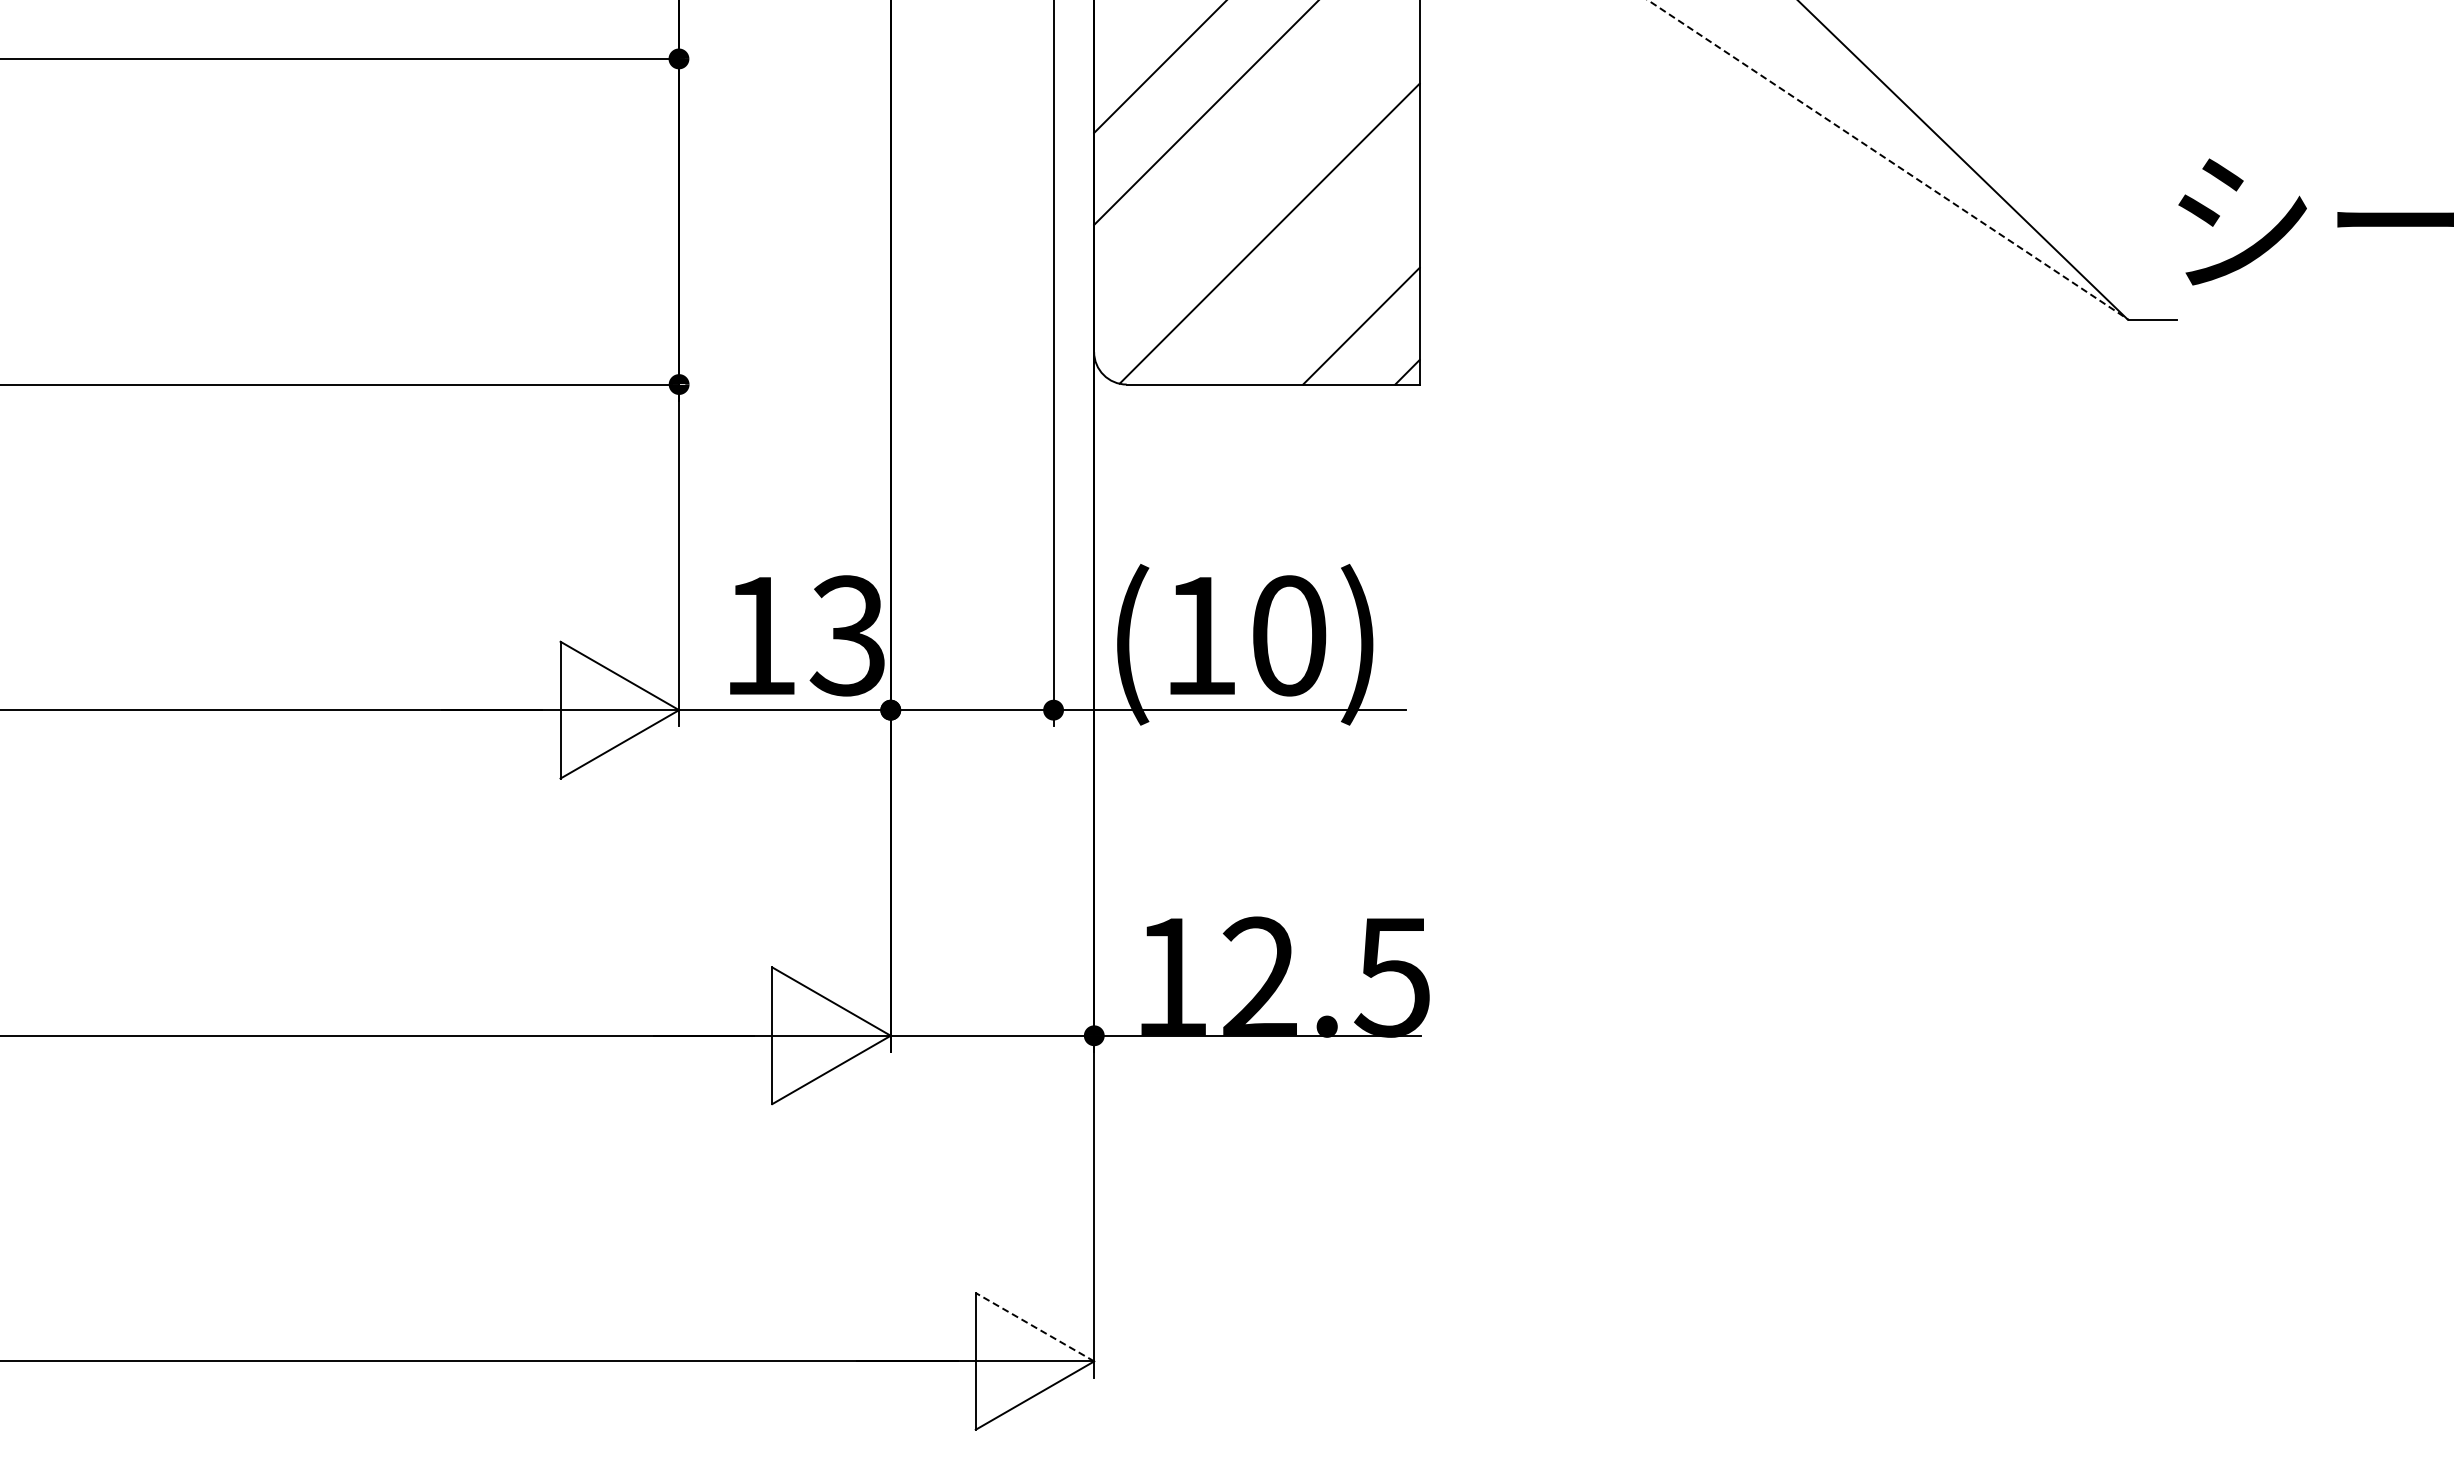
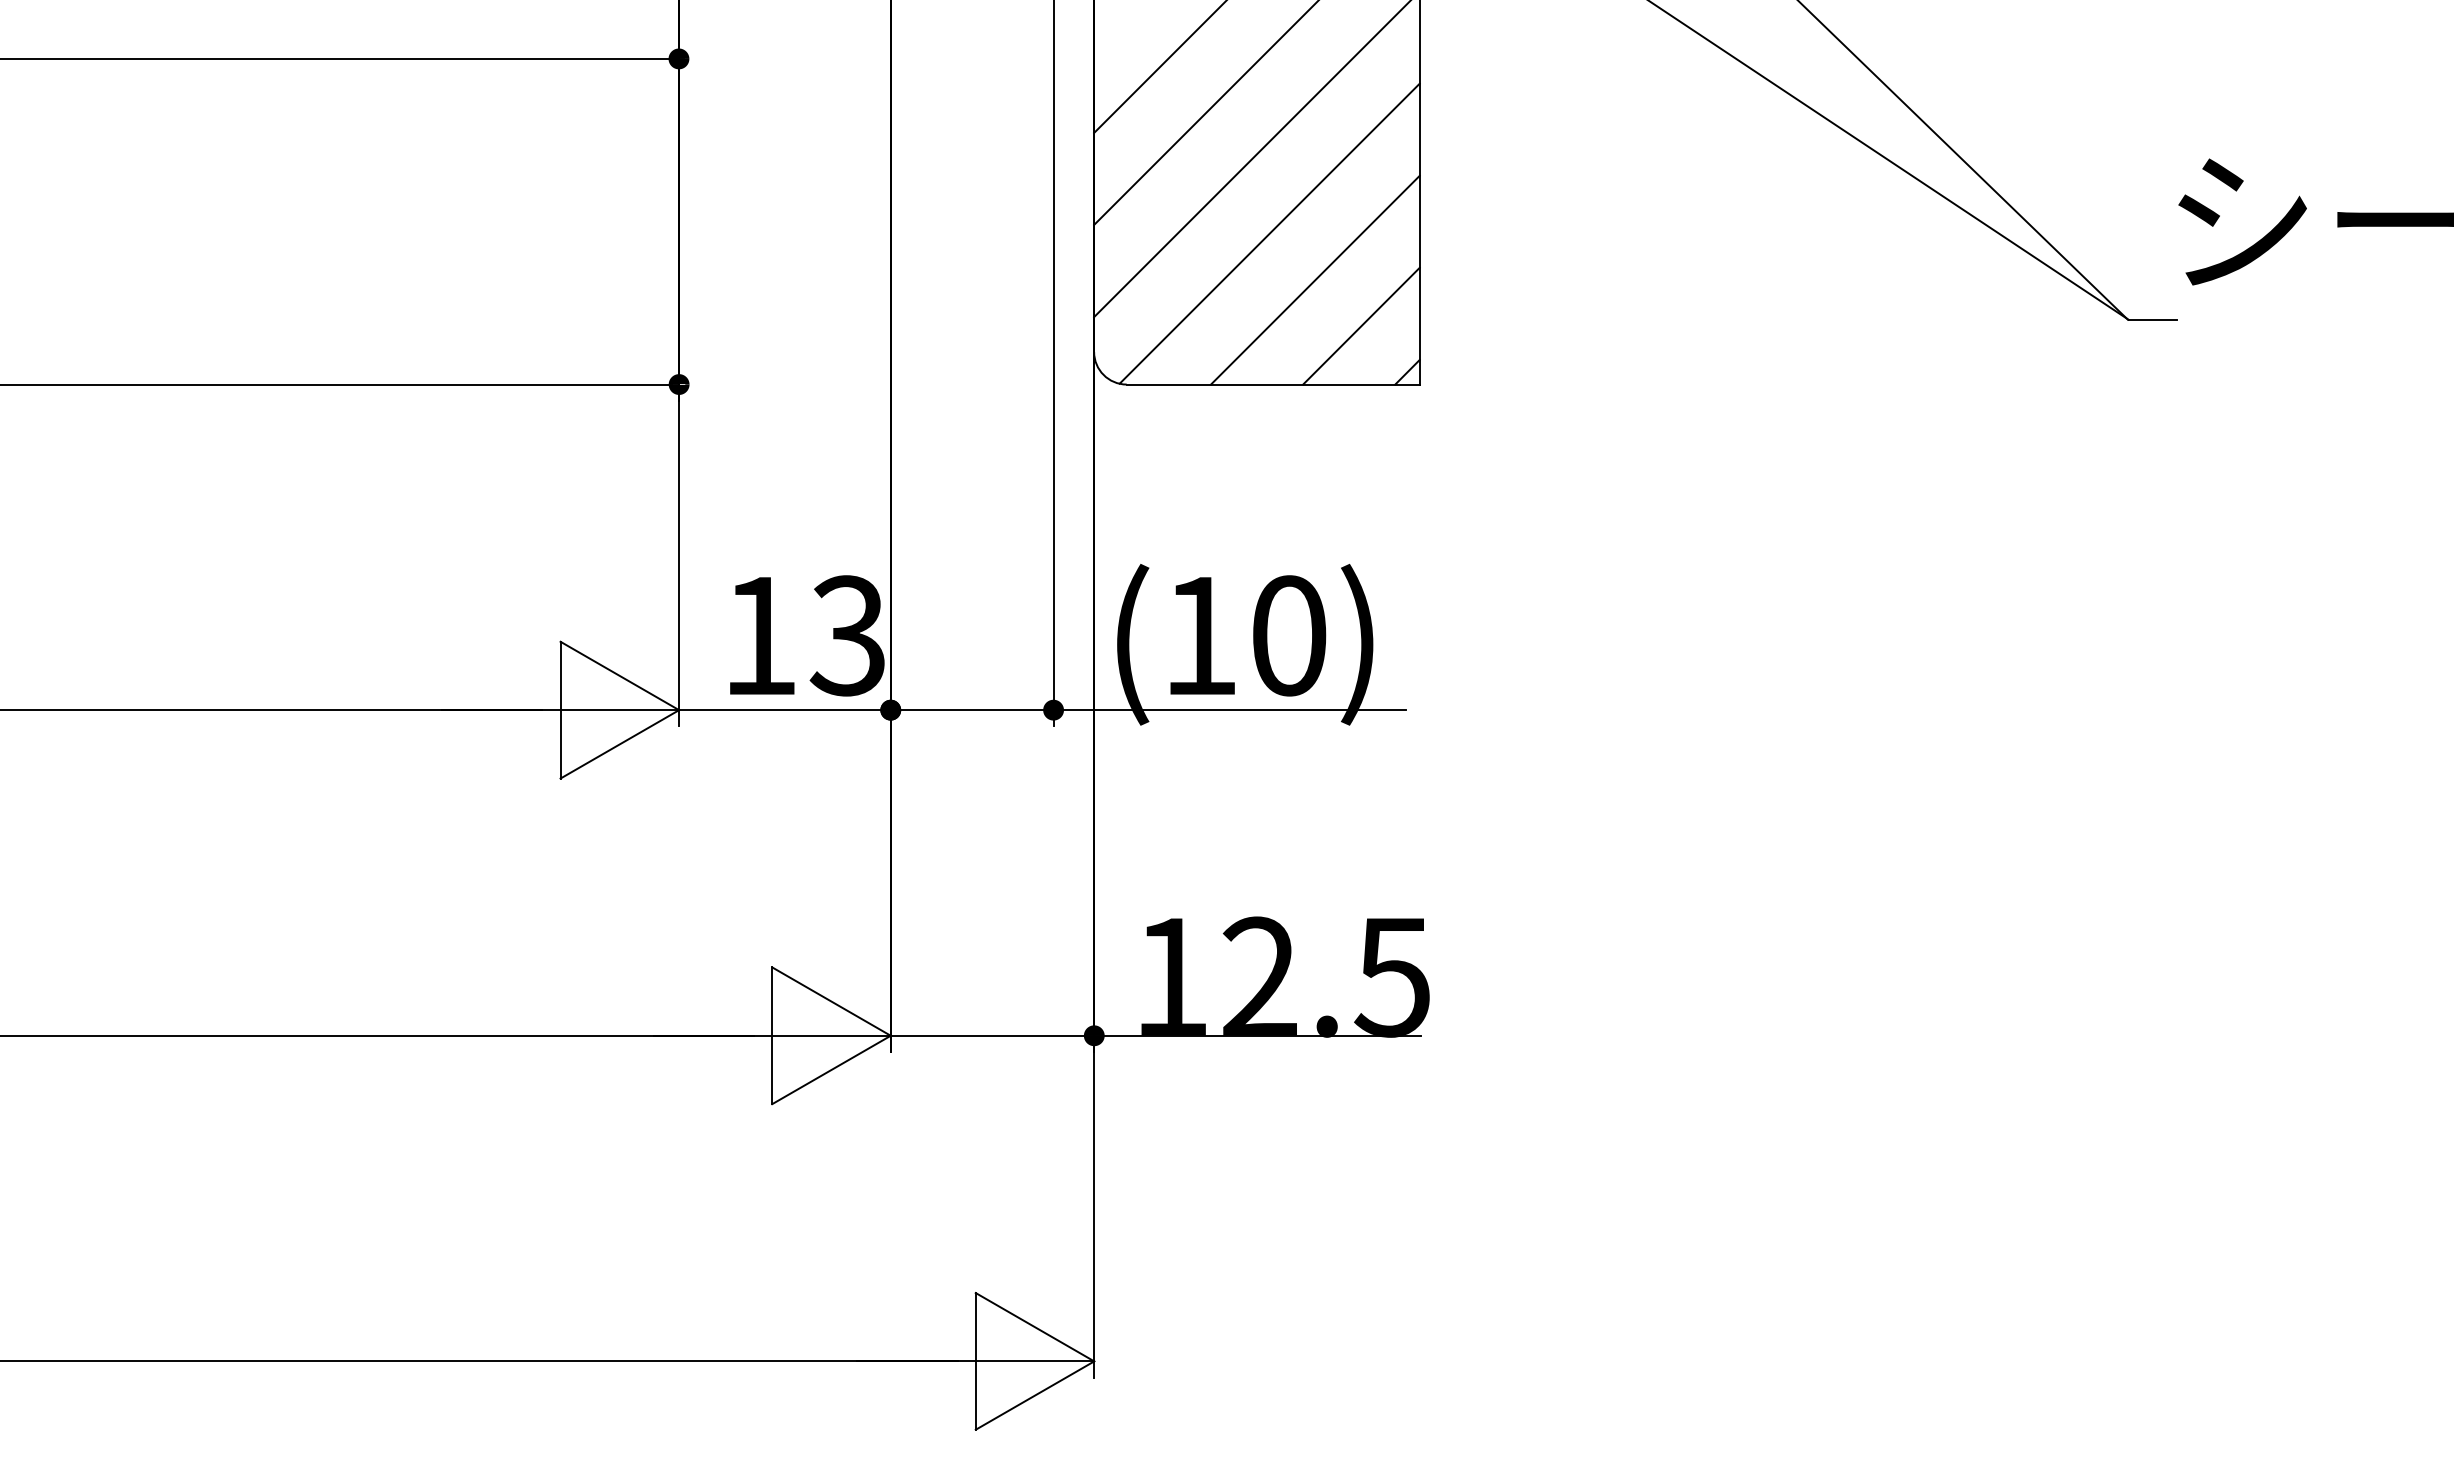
line at (1251, 159): none -> present
line at (1888, 160): dashed -> solid
line at (1315, 279): none -> present
line at (1034, 1326): dashed -> solid
